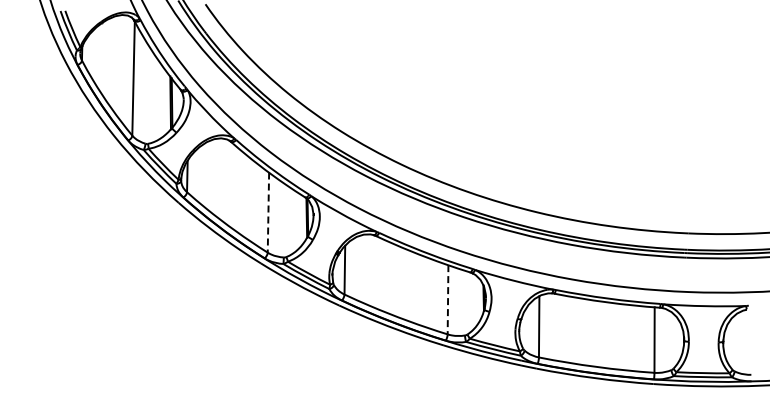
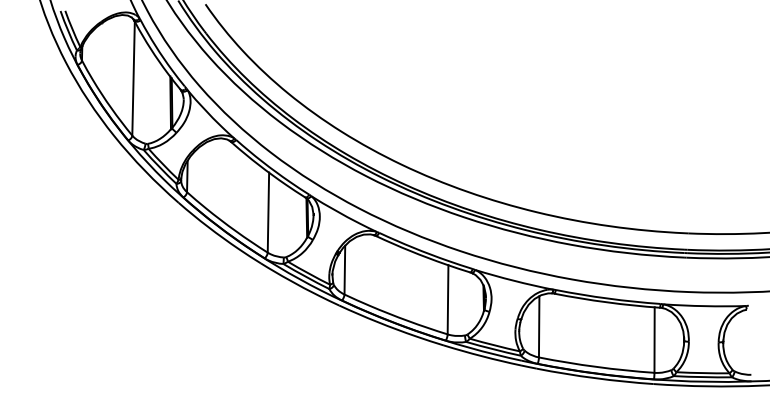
line at (268, 213): dashed -> solid
line at (448, 299): dashed -> solid
